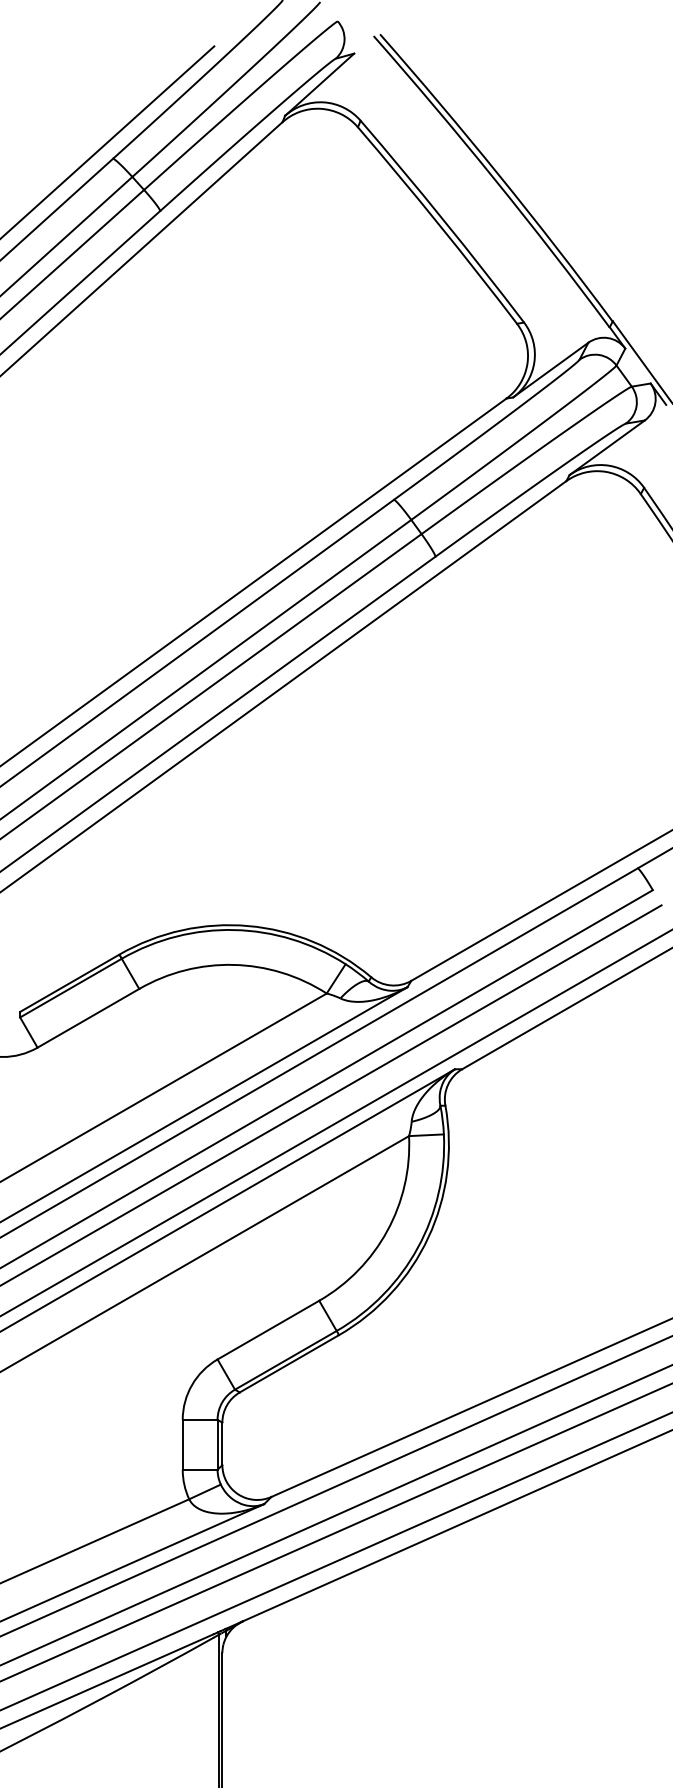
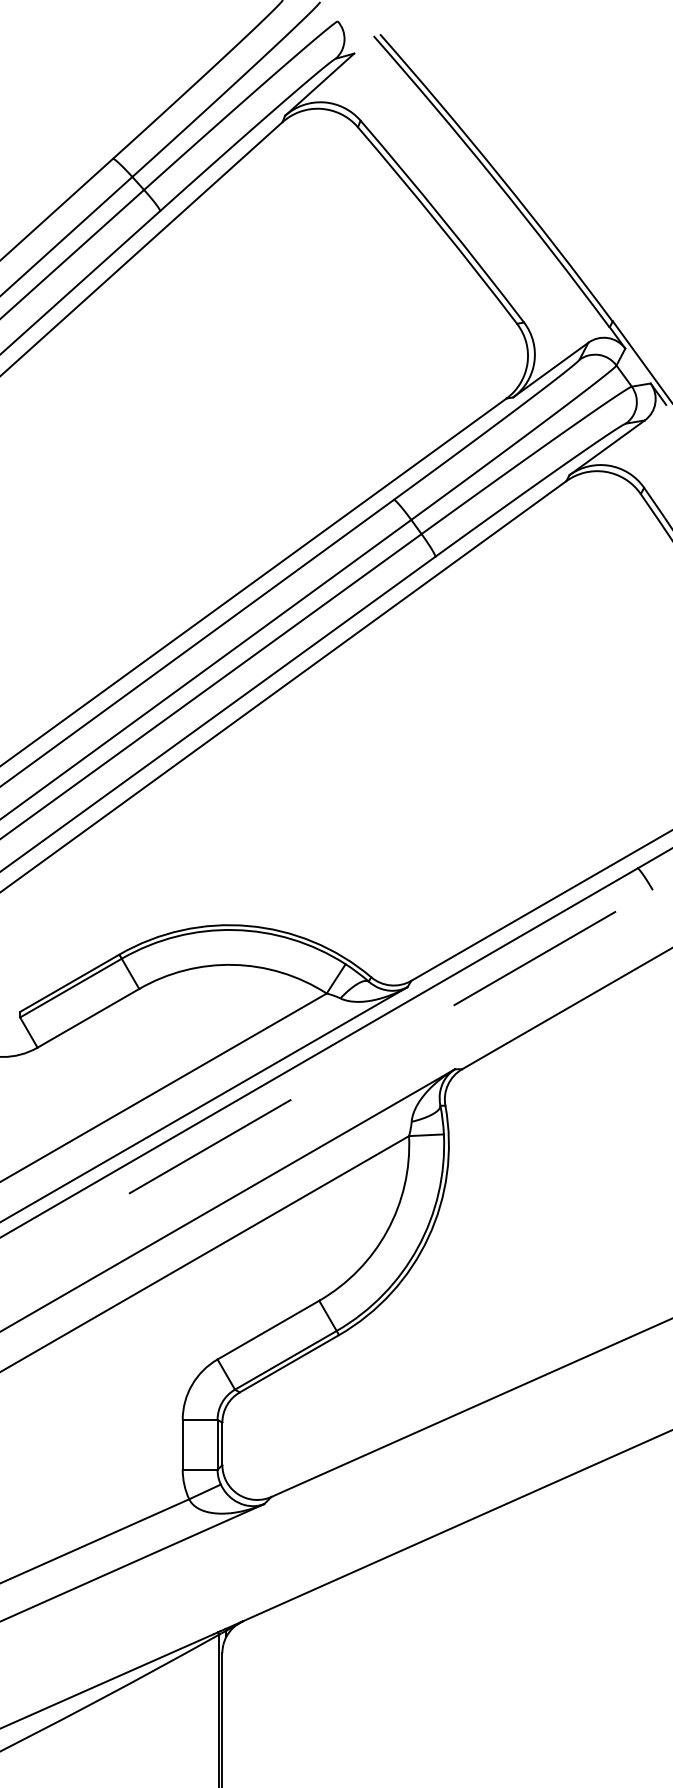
line at (108, 141): present -> none
line at (326, 1079): solid -> dashed
line at (331, 1094): present -> none
line at (335, 1122): present -> none
line at (335, 1486): present -> none
line at (335, 1515): present -> none
line at (335, 1532): present -> none
line at (335, 1561): present -> none
